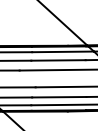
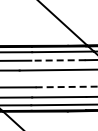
line at (58, 60): solid -> dashed
line at (66, 87): solid -> dashed
